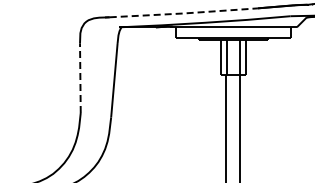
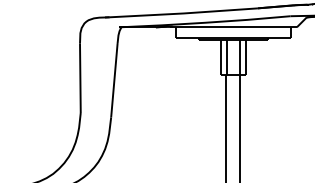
line at (183, 13): dashed -> solid
line at (80, 78): dashed -> solid
